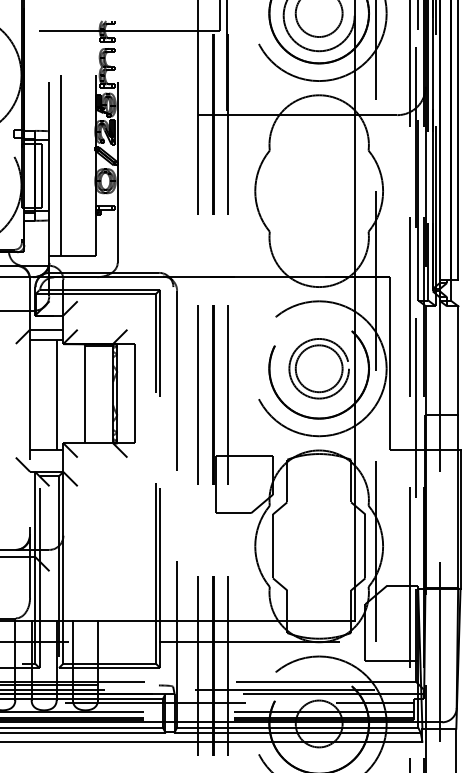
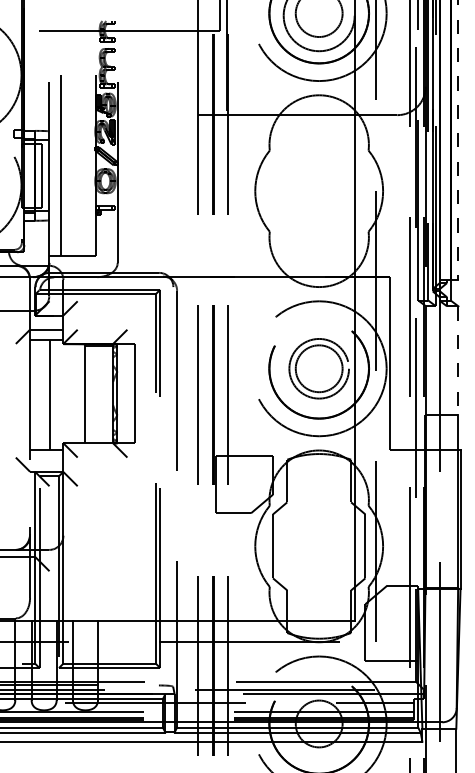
line at (458, 140): solid -> dashed
line at (458, 360): solid -> dashed
line at (57, 395) position: (57, 395) -> (50, 395)
